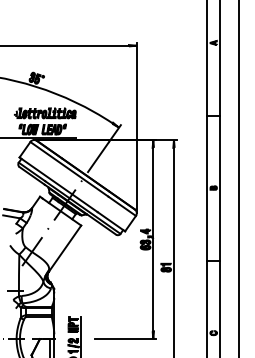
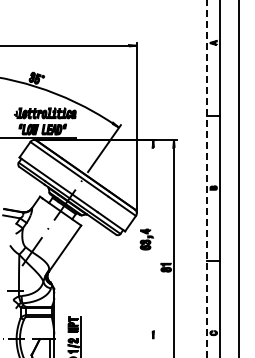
line at (207, 178): solid -> dashed
line at (153, 239): present -> none
line at (125, 339): present -> none
